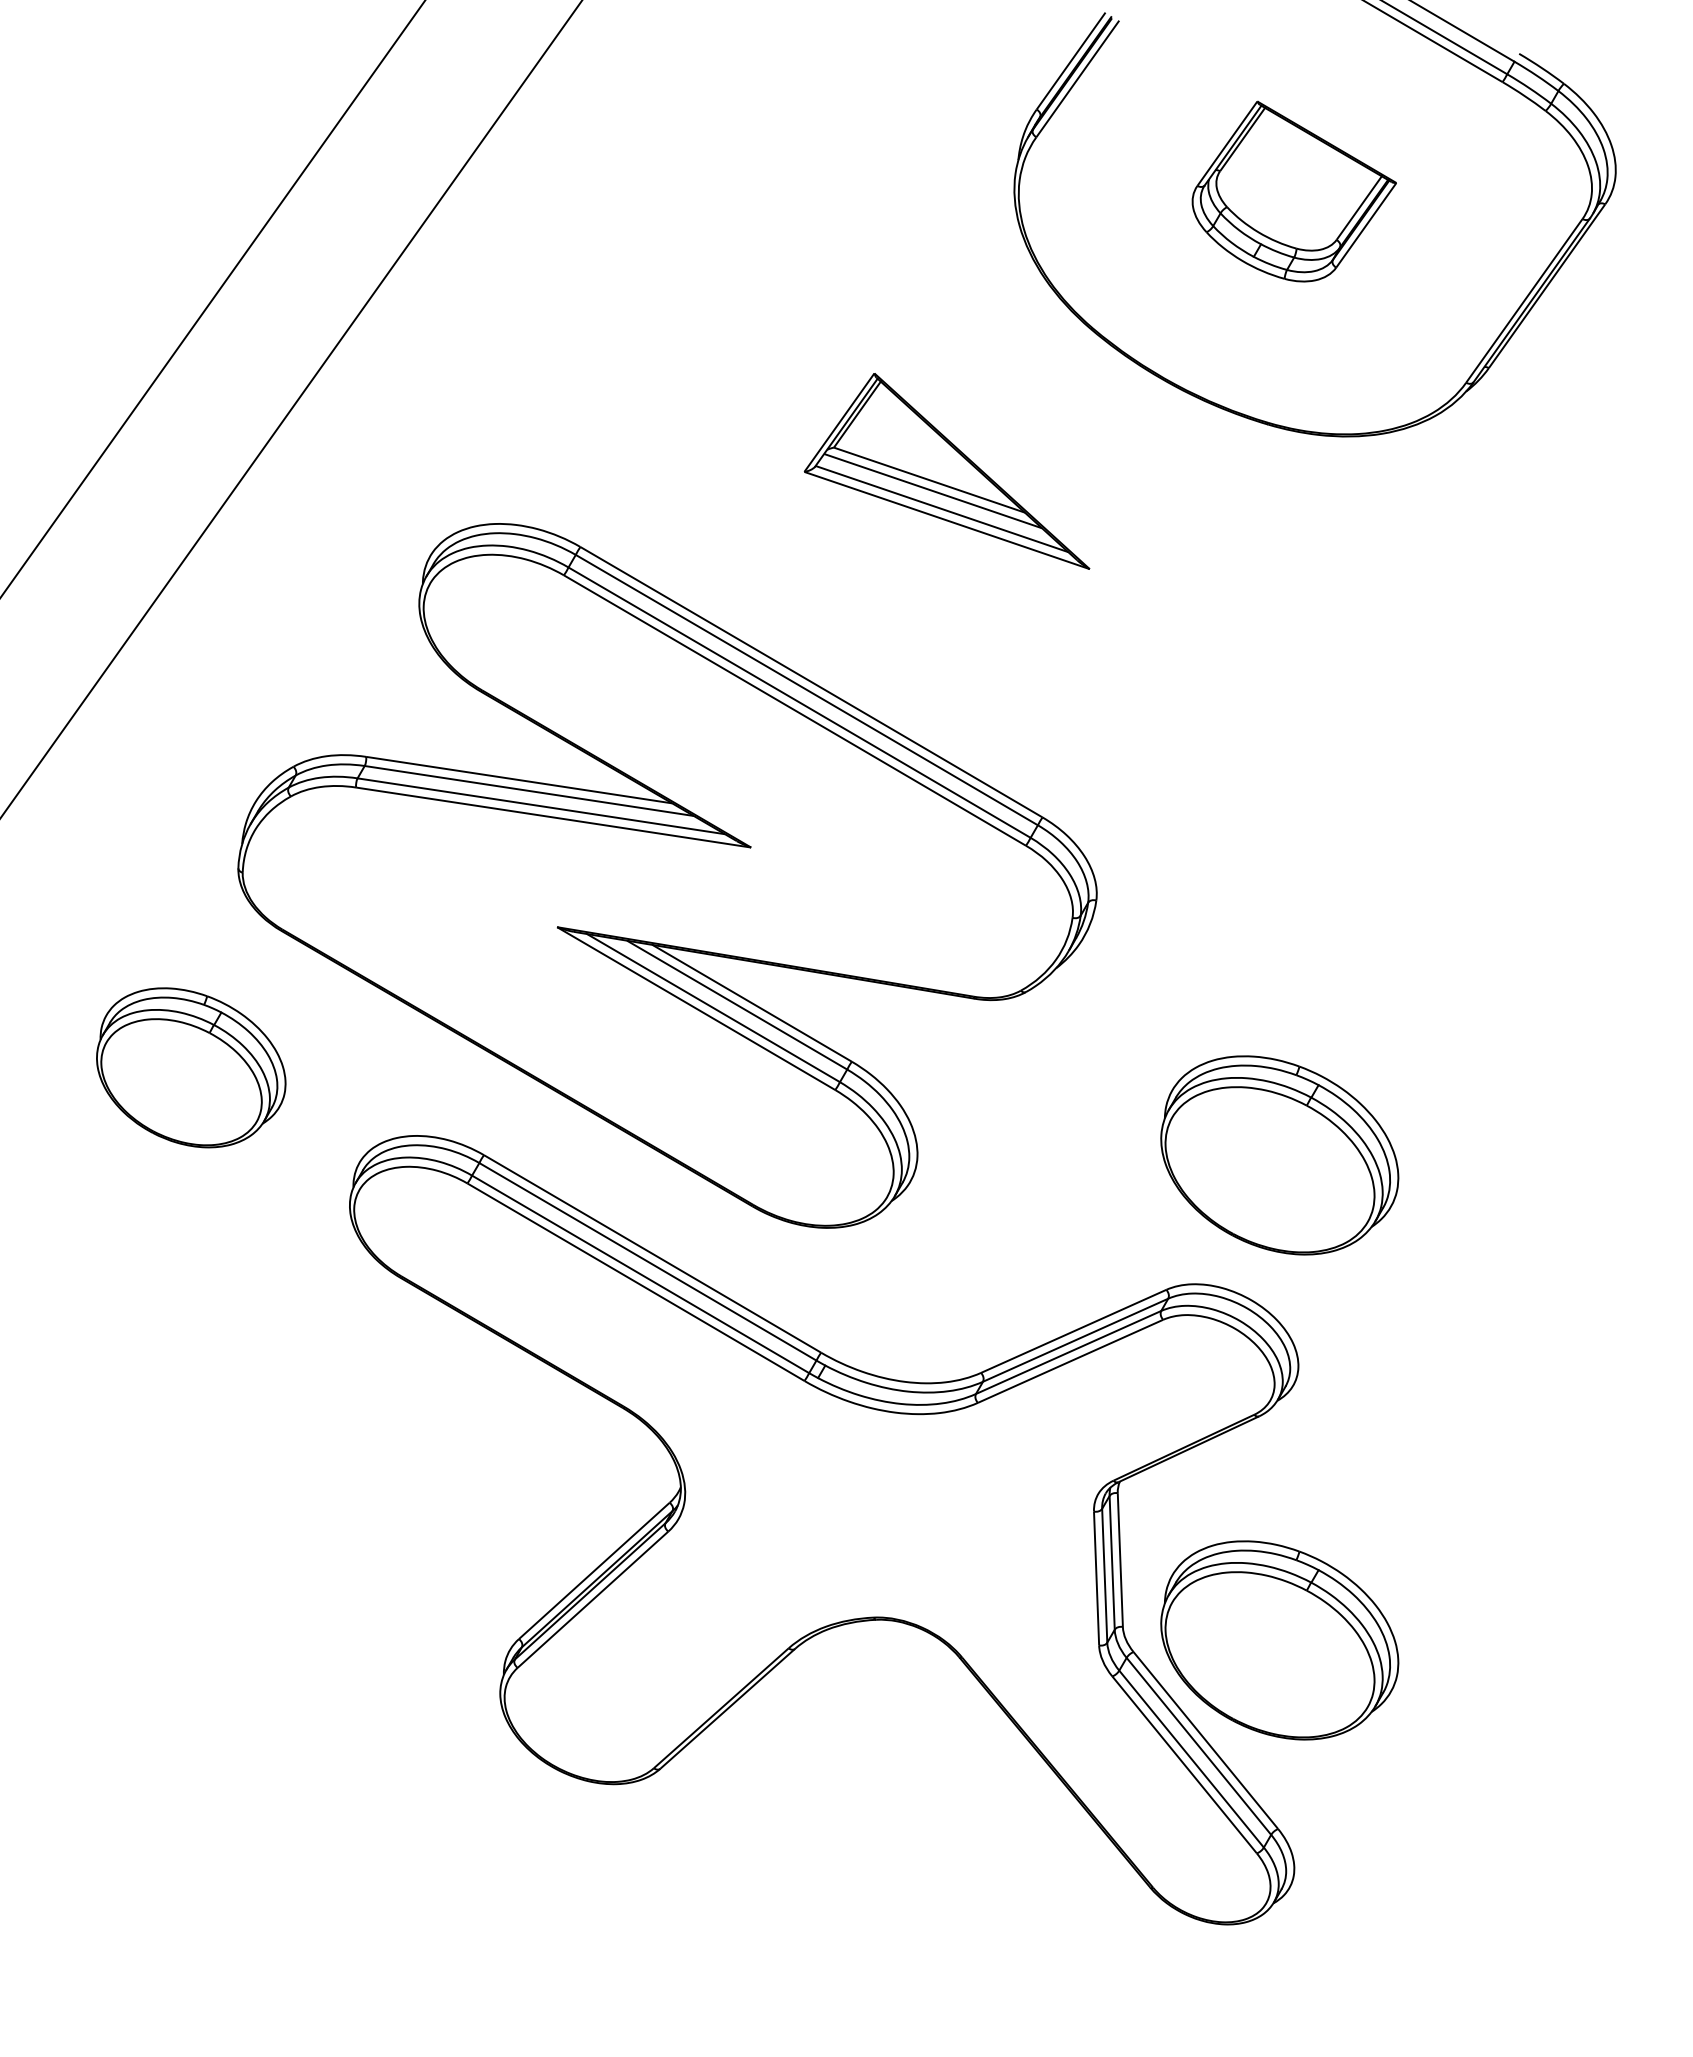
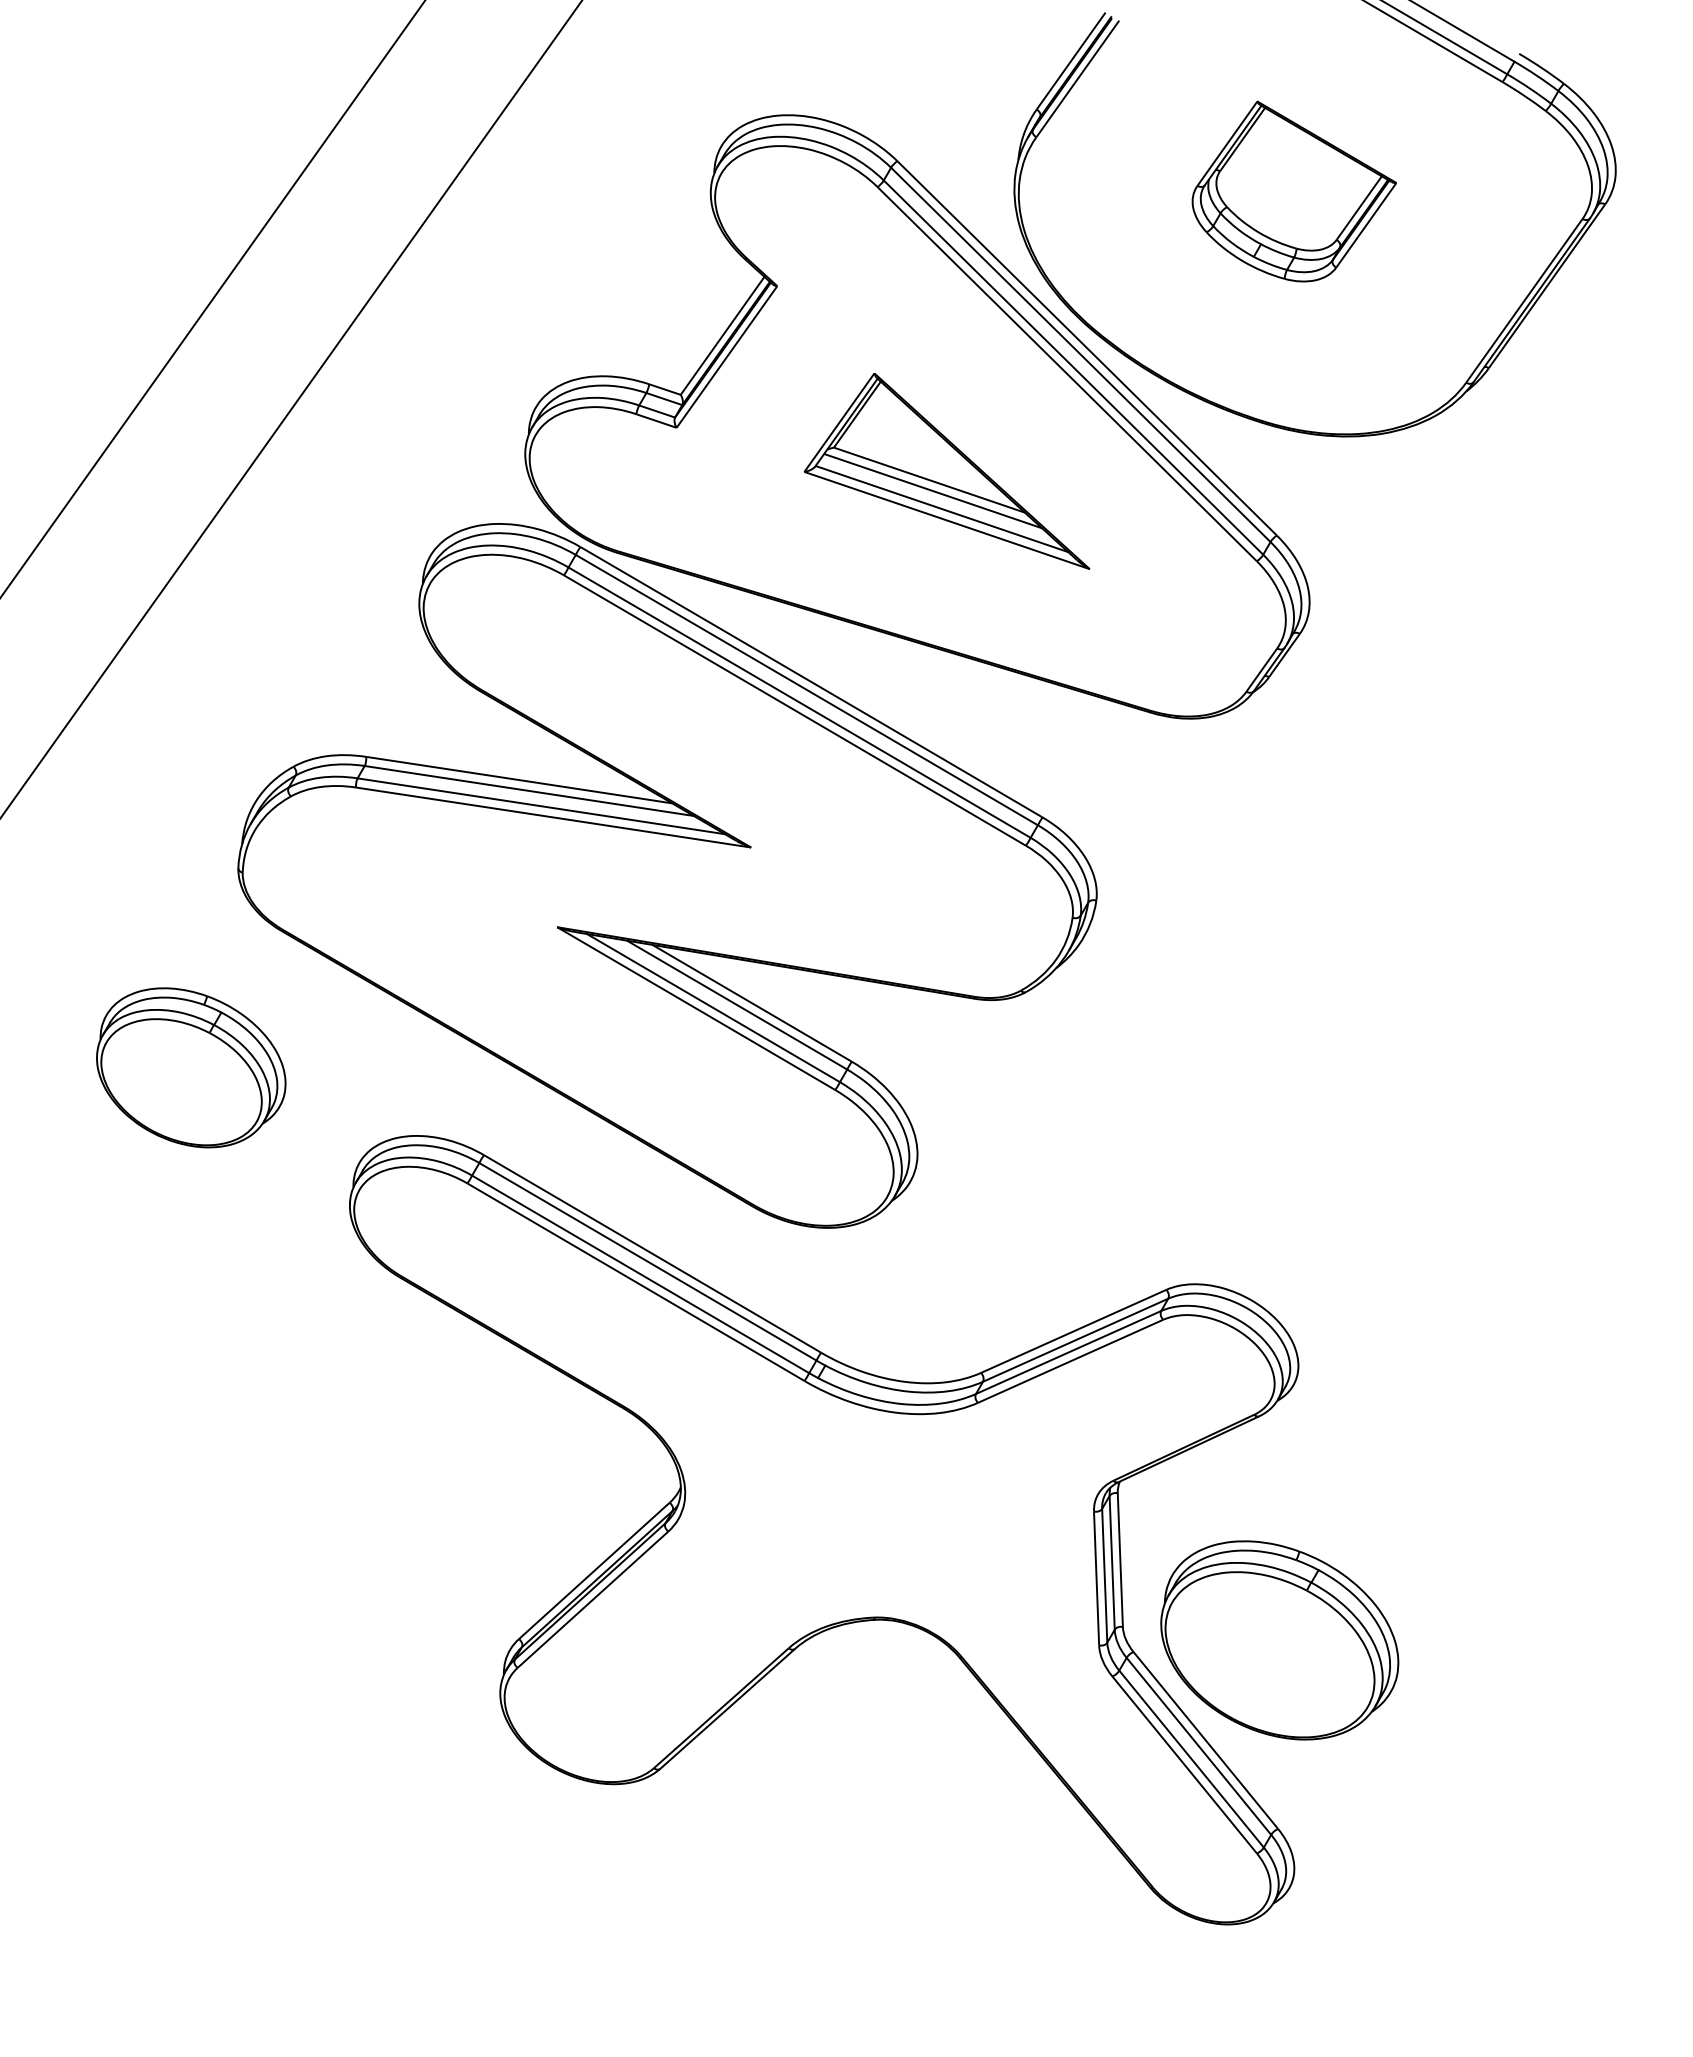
part at (917, 416): none -> present
part at (1279, 1155): present -> none
